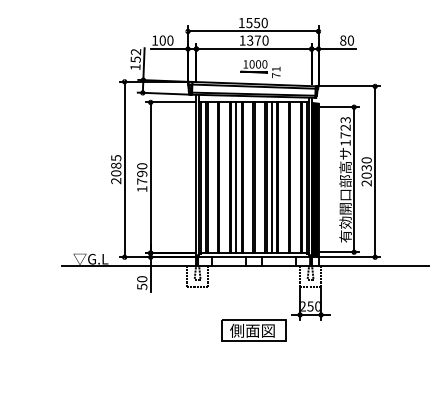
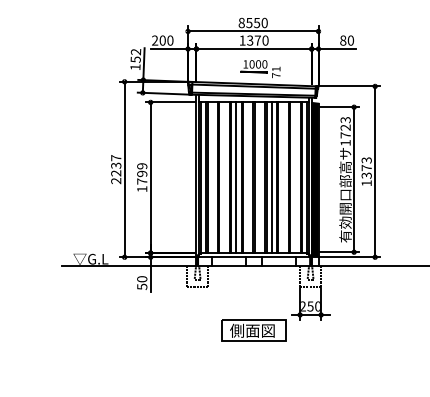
text at (241, 22): 1550 -> 8550
text at (155, 40): 100 -> 200
text at (116, 165): 2085 -> 2237
text at (142, 166): 1790 -> 1799
text at (366, 171): 2030 -> 1373
